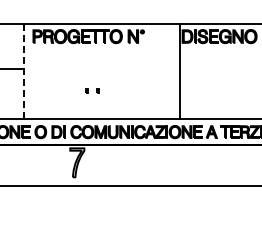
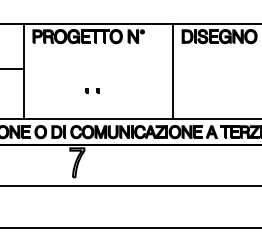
line at (23, 71): dashed -> solid
line at (179, 71) position: (179, 71) -> (172, 71)
line at (130, 228): none -> present
